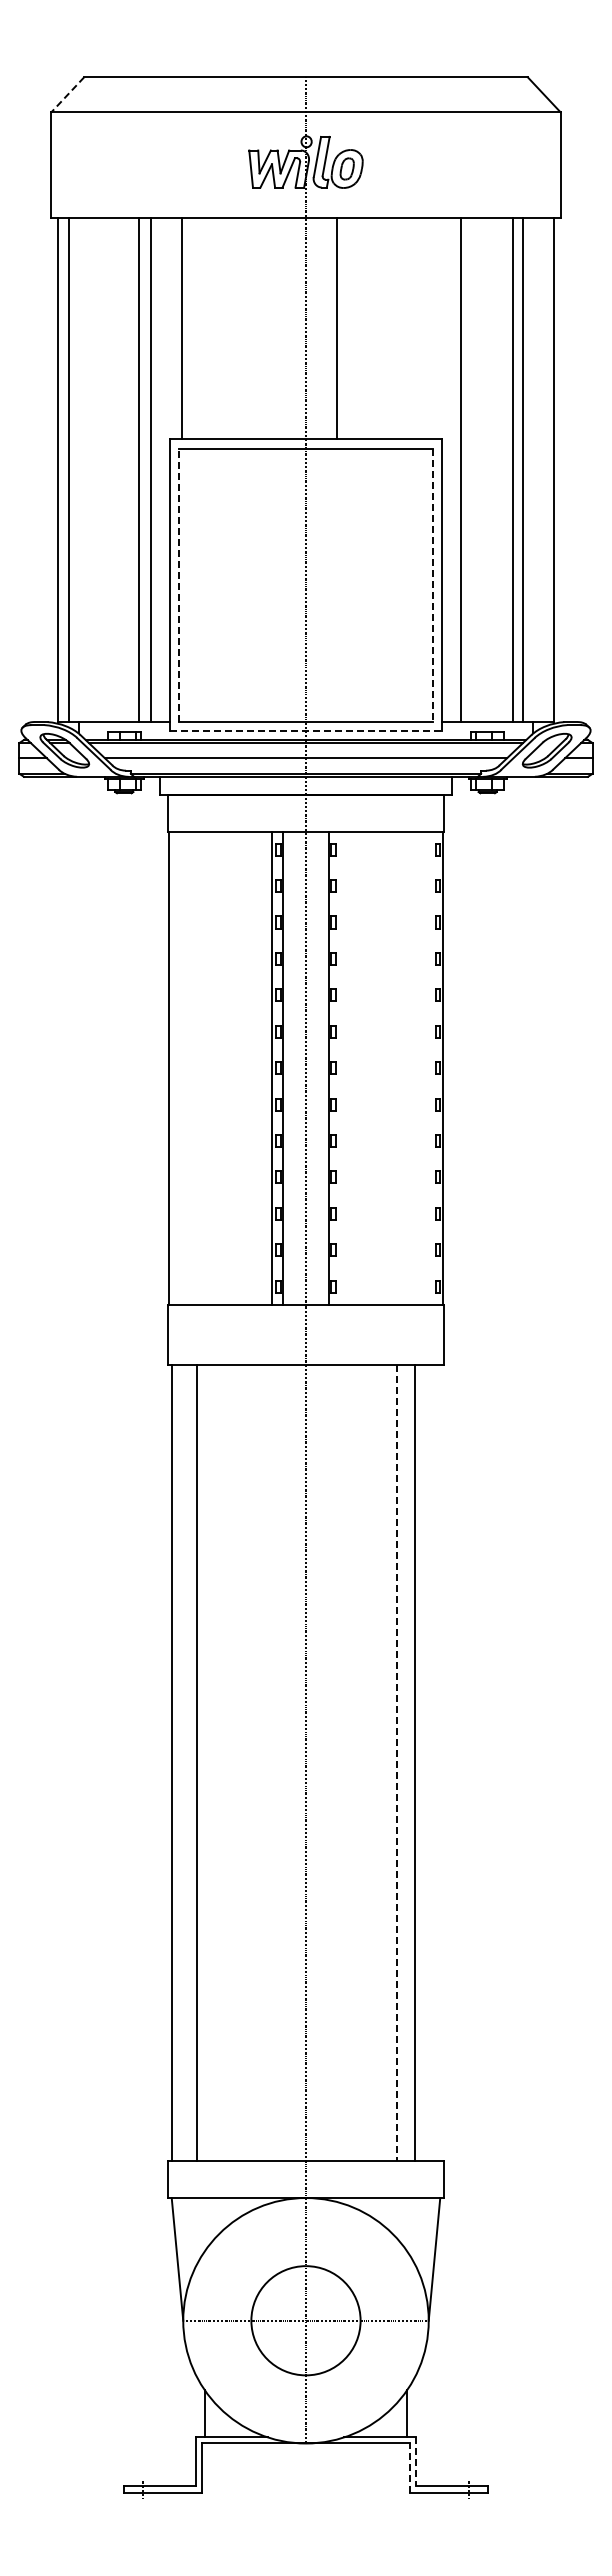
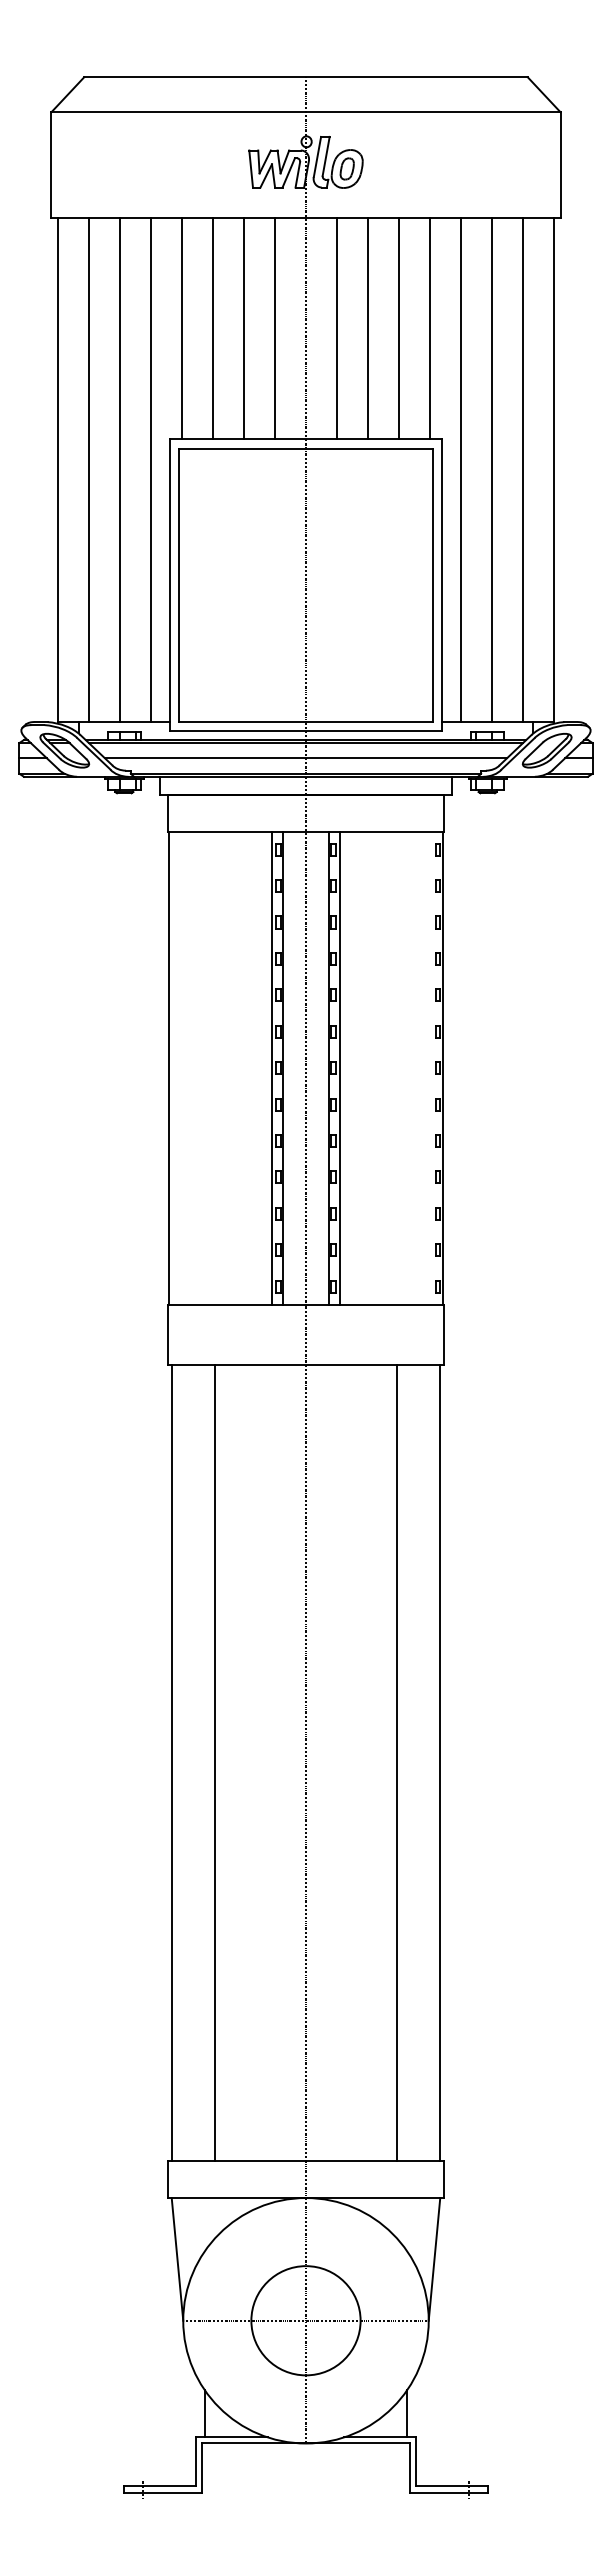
line at (67, 95): dashed -> solid
line at (212, 328): none -> present
line at (243, 328): none -> present
line at (274, 328): none -> present
line at (368, 328): none -> present
line at (399, 328): none -> present
line at (430, 328): none -> present
line at (68, 469) position: (68, 469) -> (88, 469)
line at (138, 469) position: (138, 469) -> (119, 469)
line at (513, 469) position: (513, 469) -> (492, 469)
line at (178, 584): dashed -> solid
line at (433, 585): dashed -> solid
line at (306, 731): dashed -> solid
line at (339, 1067): none -> present
line at (196, 1763) position: (196, 1763) -> (214, 1763)
line at (397, 1763): dashed -> solid
line at (415, 1763) position: (415, 1763) -> (440, 1763)
line at (416, 2461): dashed -> solid
line at (410, 2468): dashed -> solid
